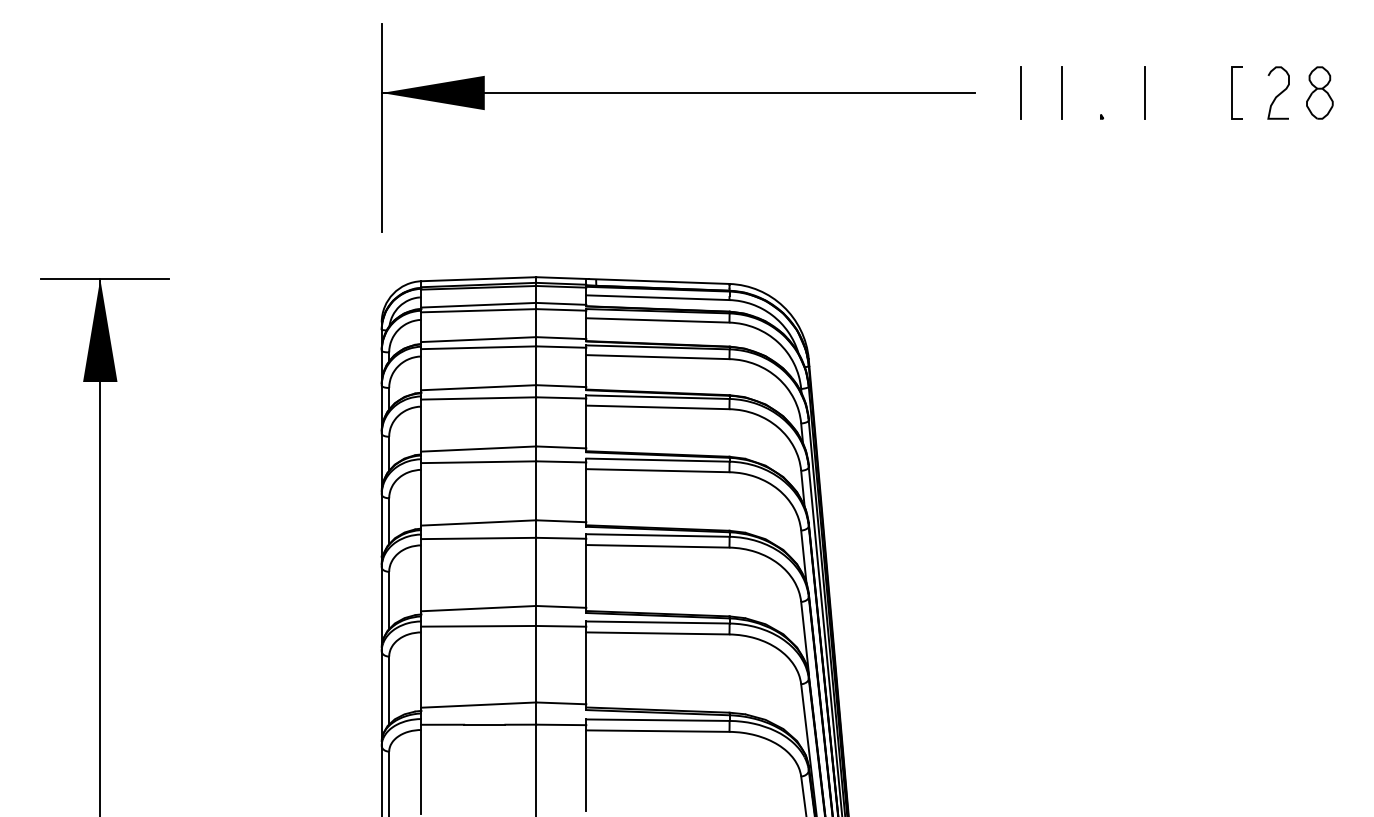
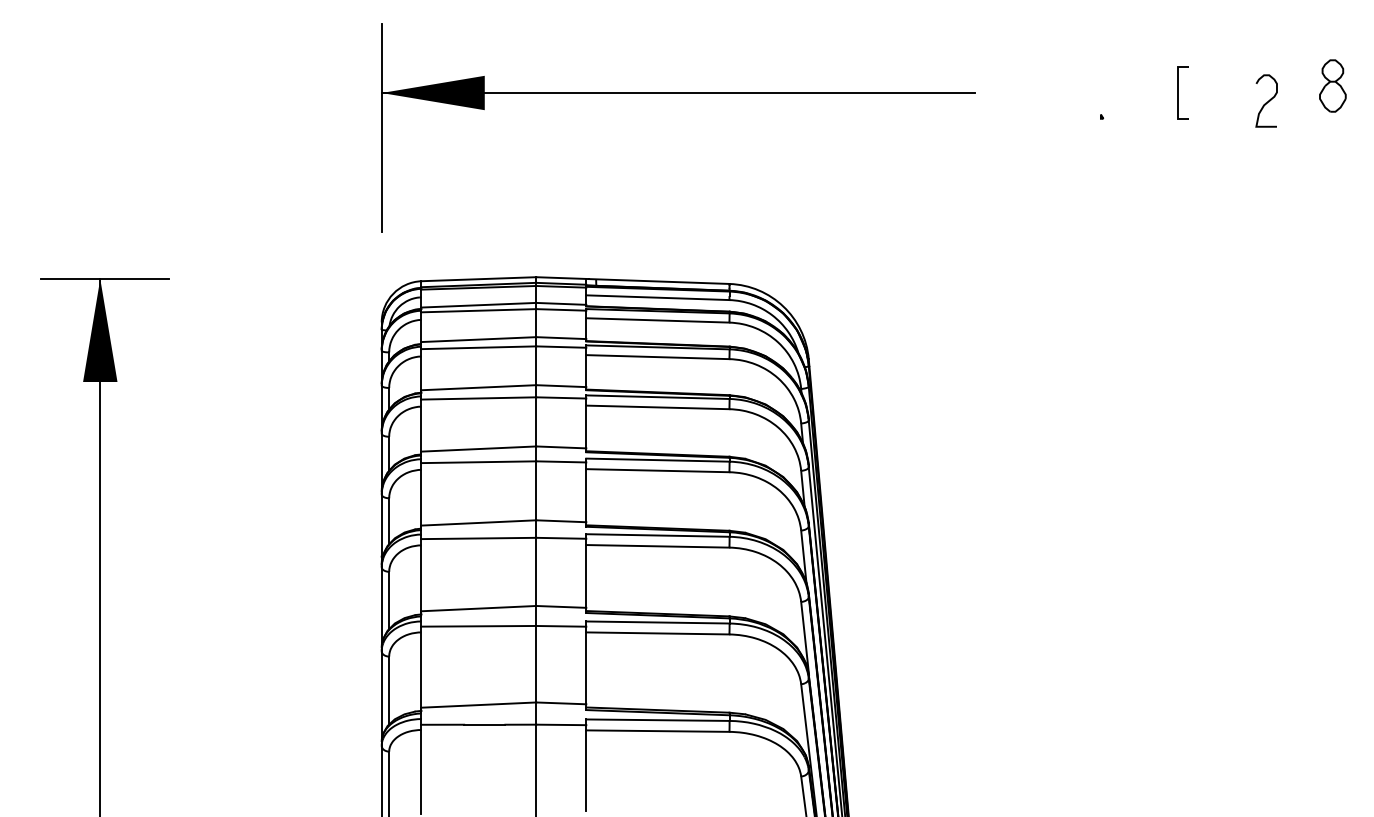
line at (1021, 92): present -> none
line at (1062, 92): present -> none
line at (1144, 92): present -> none
line at (1232, 92) position: (1232, 92) -> (1178, 92)
part at (1319, 92) position: (1319, 92) -> (1332, 85)
curve at (1279, 93) position: (1279, 93) -> (1267, 101)
